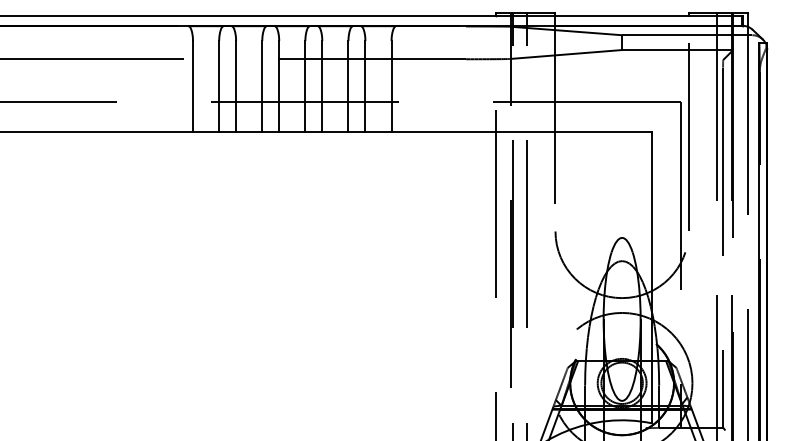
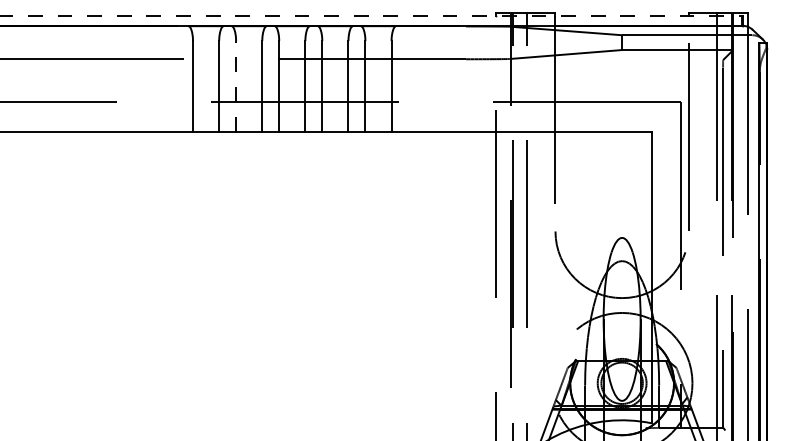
line at (371, 15): solid -> dashed
line at (236, 85): solid -> dashed
